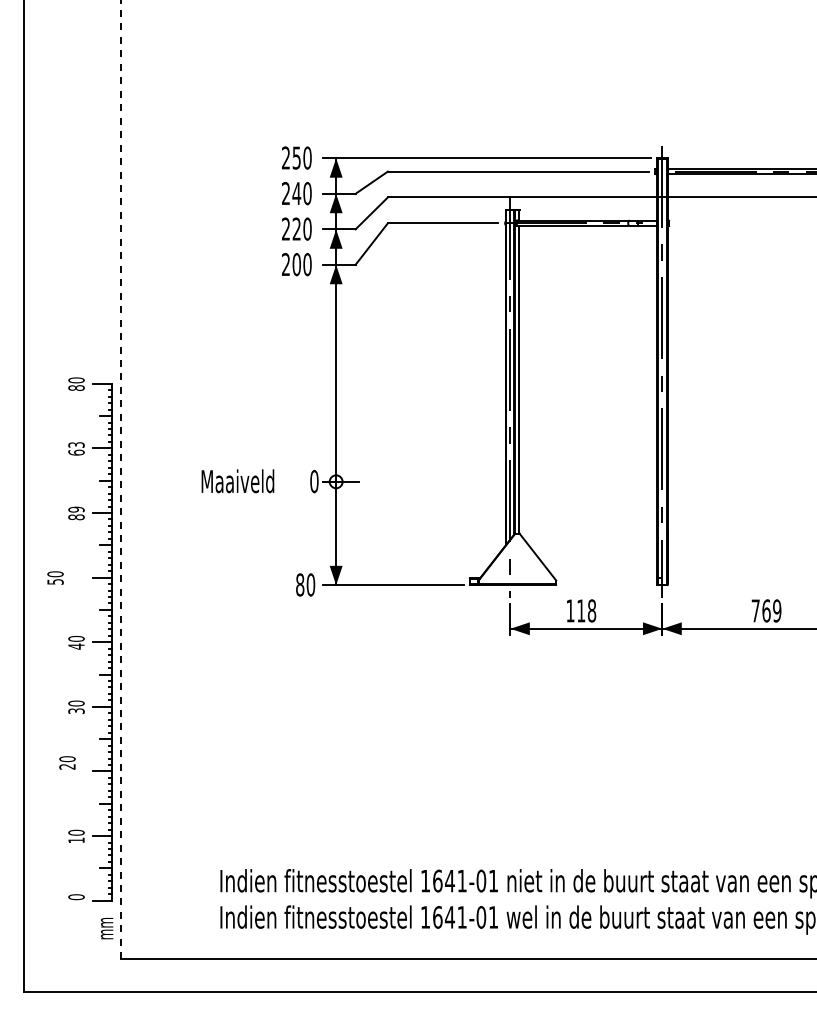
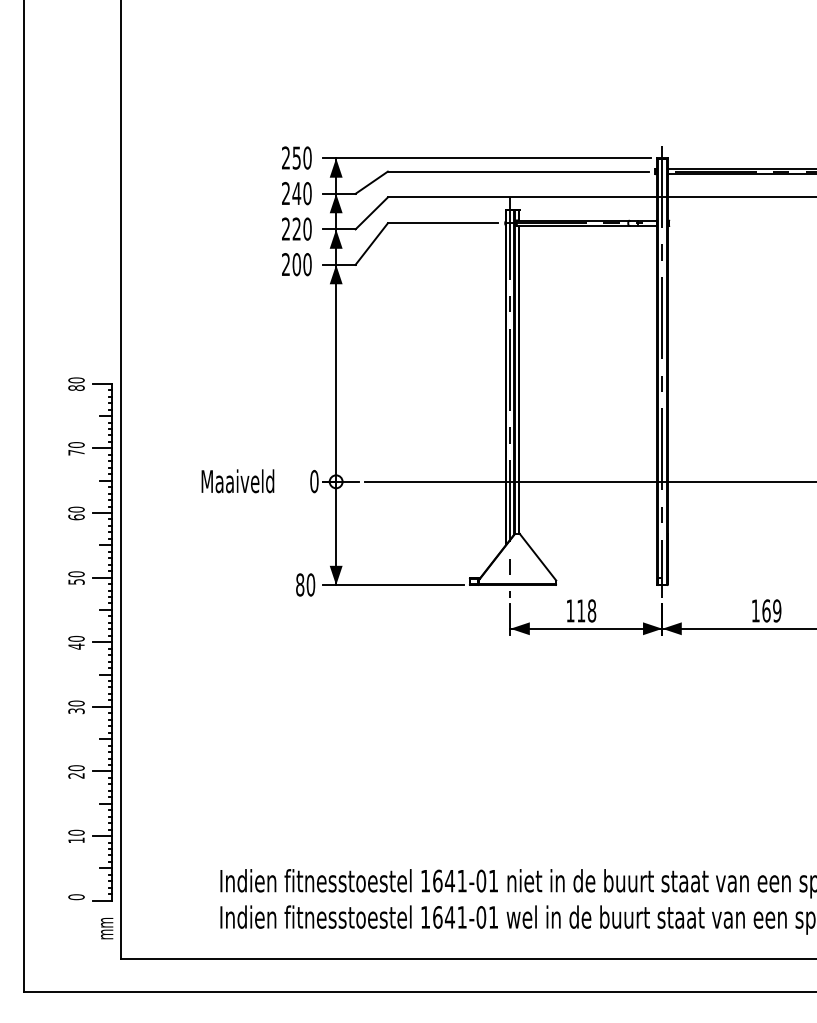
text at (76, 448): 63 -> 70
line at (121, 479): dashed -> solid
line at (589, 481): none -> present
text at (76, 513): 89 -> 60
text at (55, 577) position: (55, 577) -> (76, 577)
text at (755, 610): 769 -> 169
text at (67, 762) position: (67, 762) -> (76, 771)
